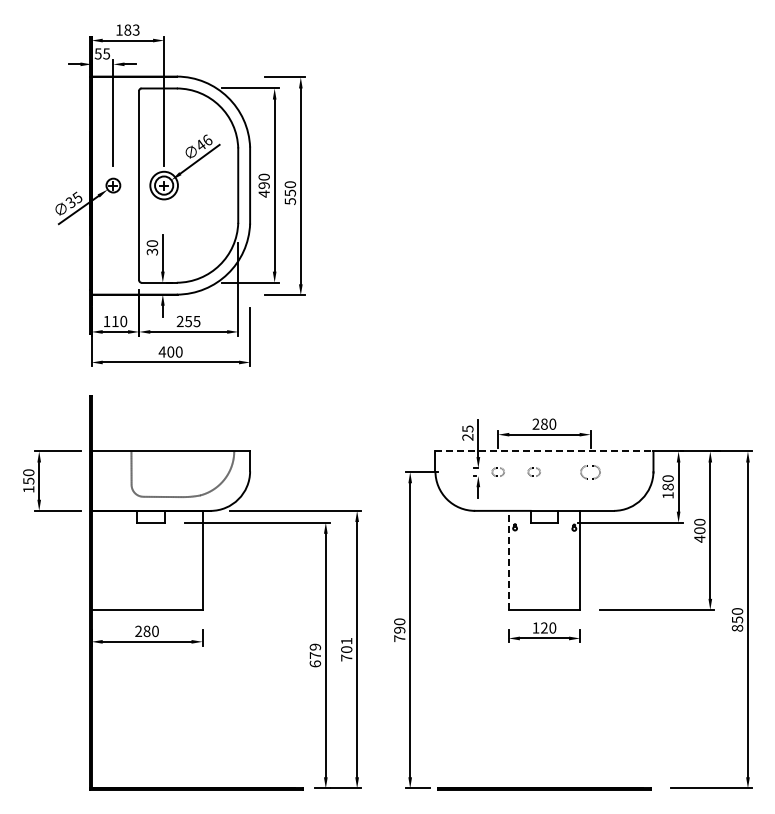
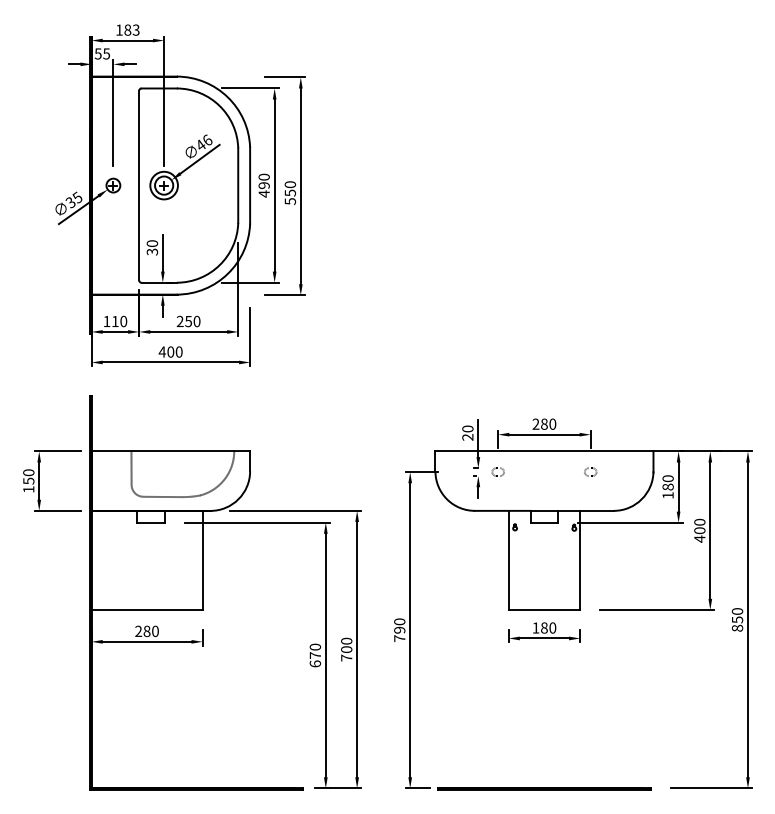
text at (196, 321): 255 -> 250
text at (467, 428): 25 -> 20
line at (544, 451): dashed -> solid
part at (533, 471): present -> none
part at (590, 472) size: 21x15 px -> 14x10 px
line at (508, 560): dashed -> solid
text at (544, 627): 120 -> 180
text at (346, 640): 701 -> 700
text at (315, 646): 679 -> 670
